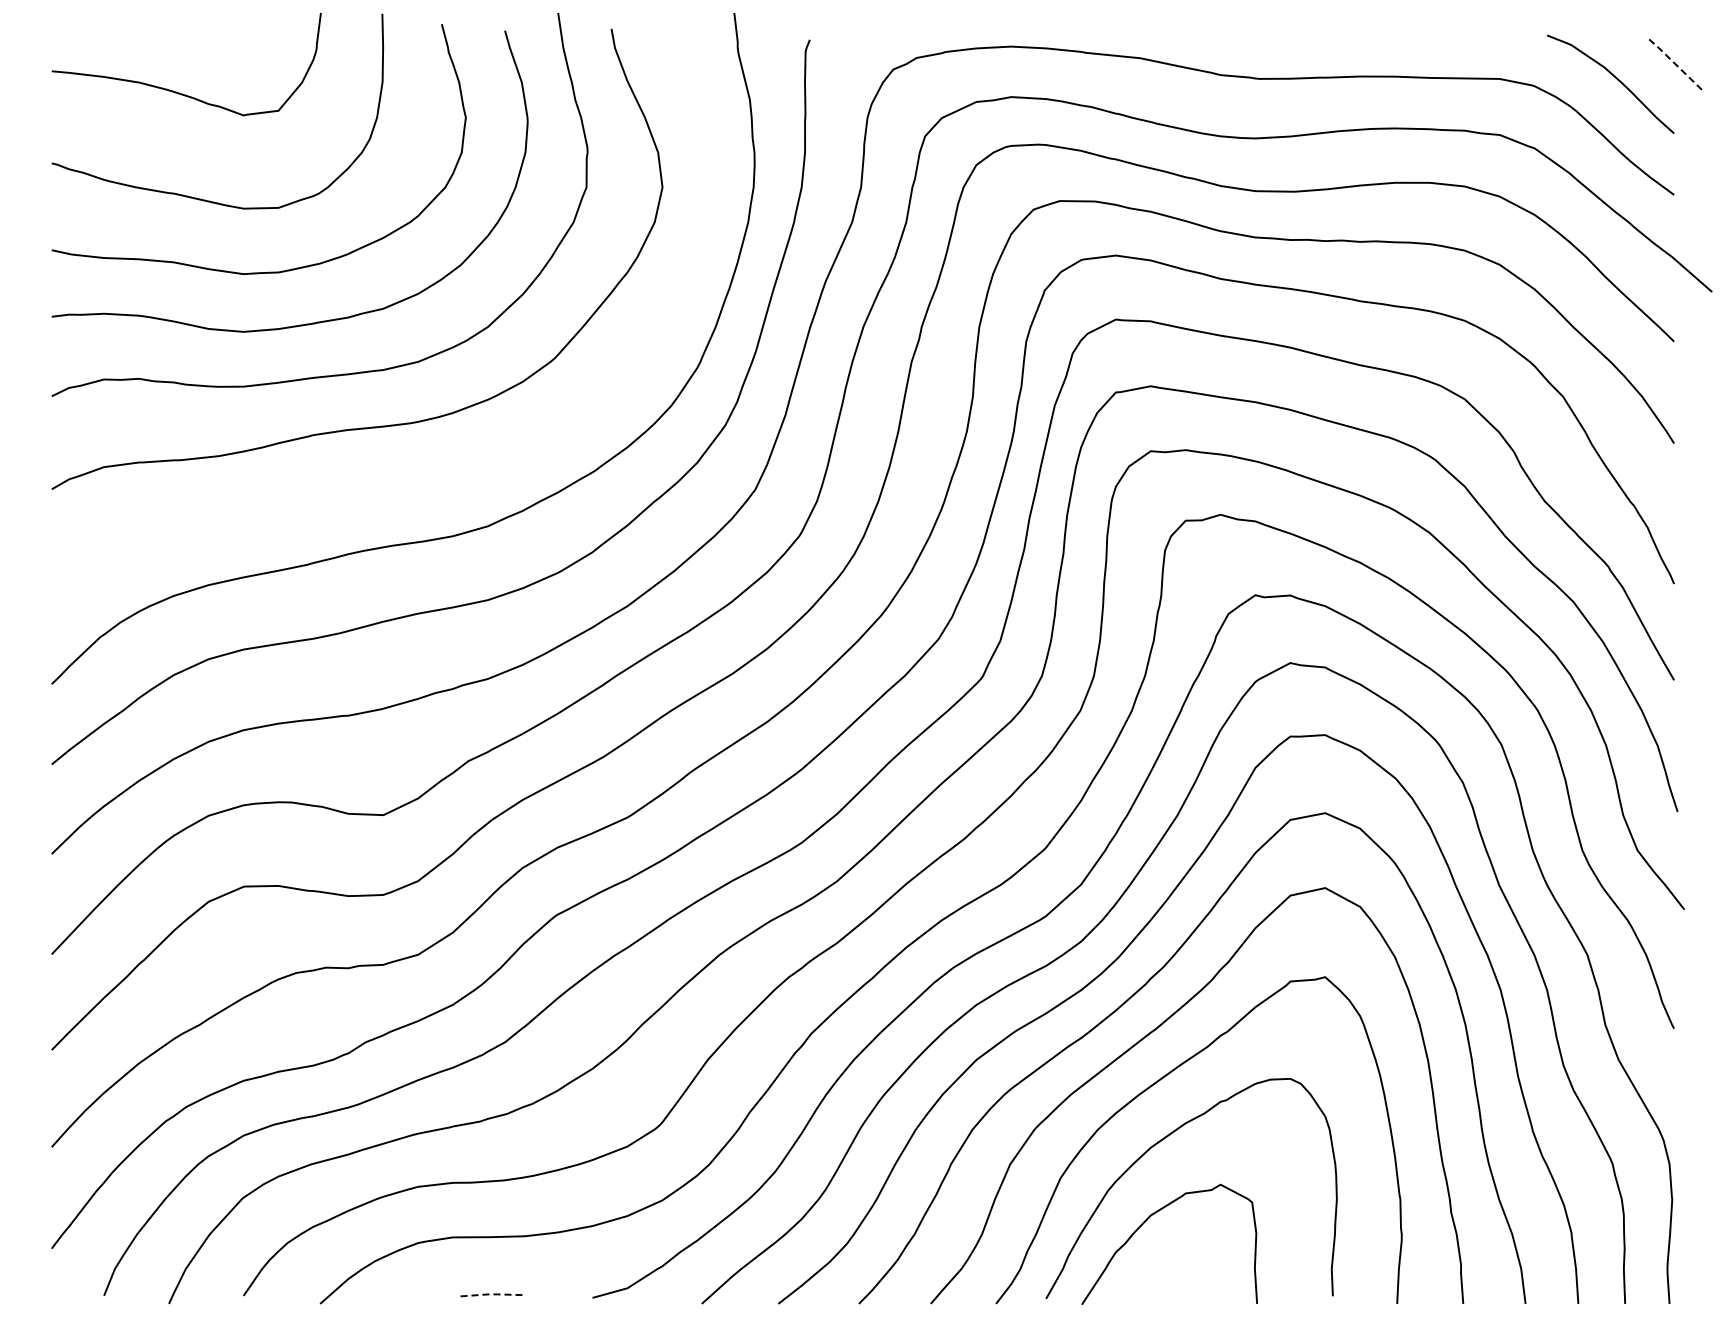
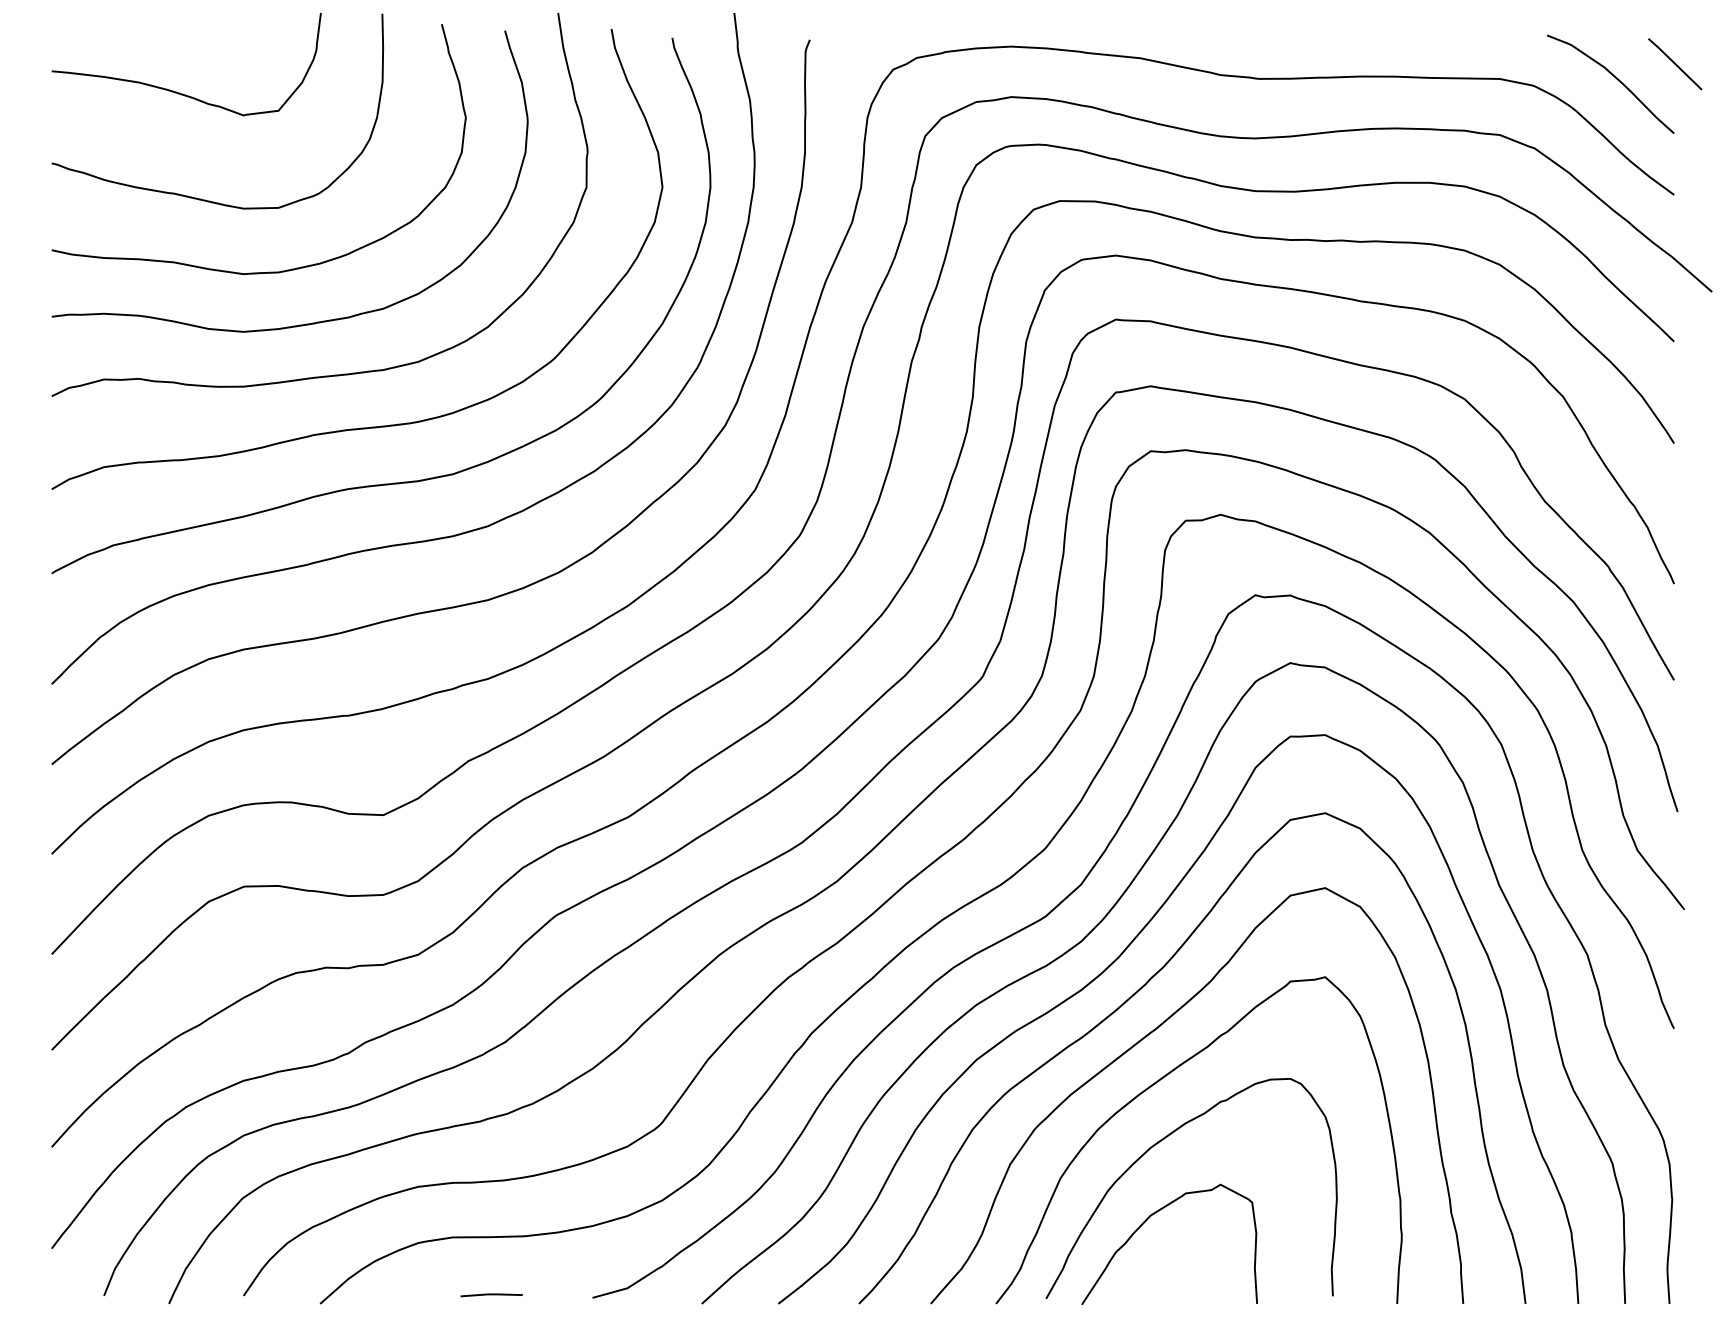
line at (1674, 63): dashed -> solid
curve at (403, 481): none -> present
line at (491, 1294): dashed -> solid
